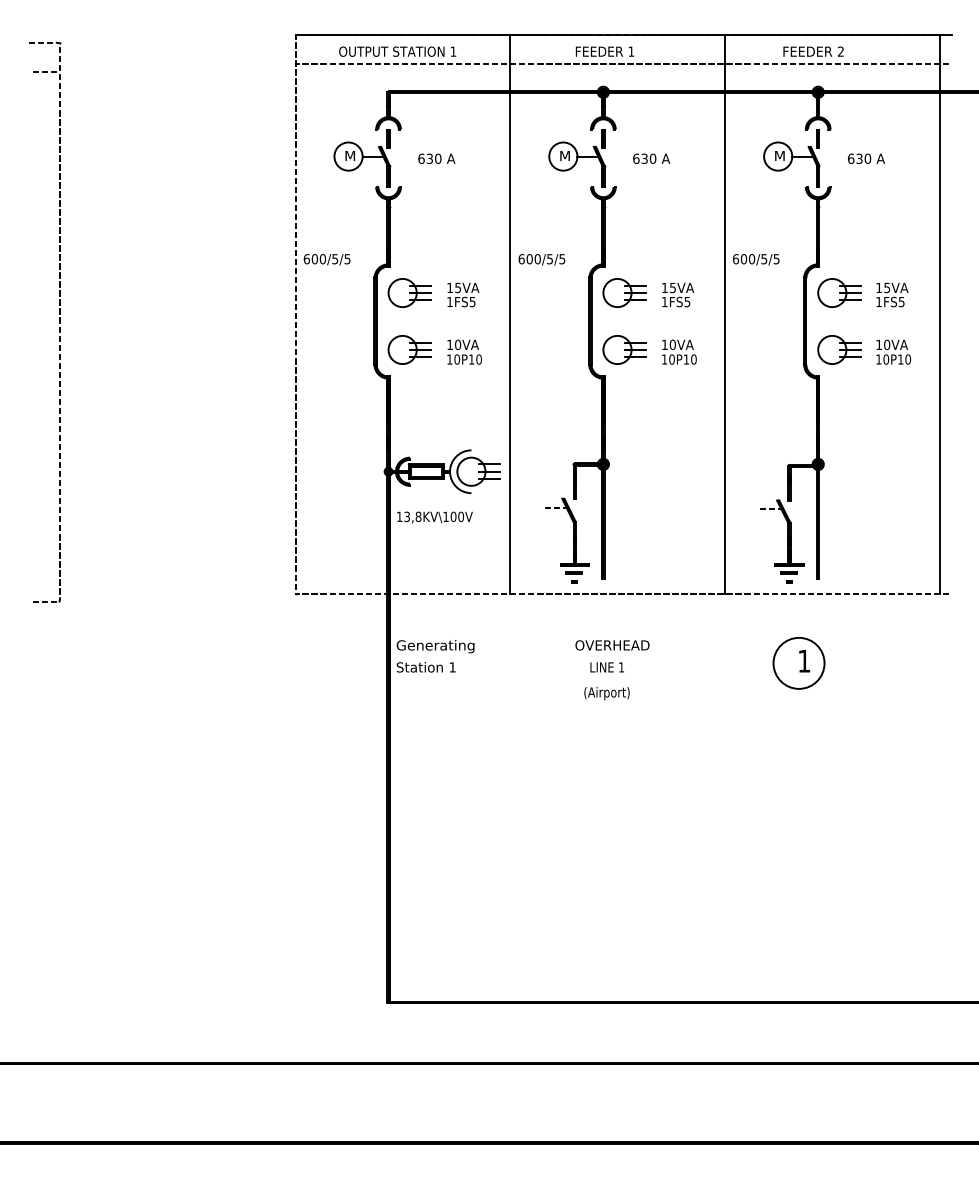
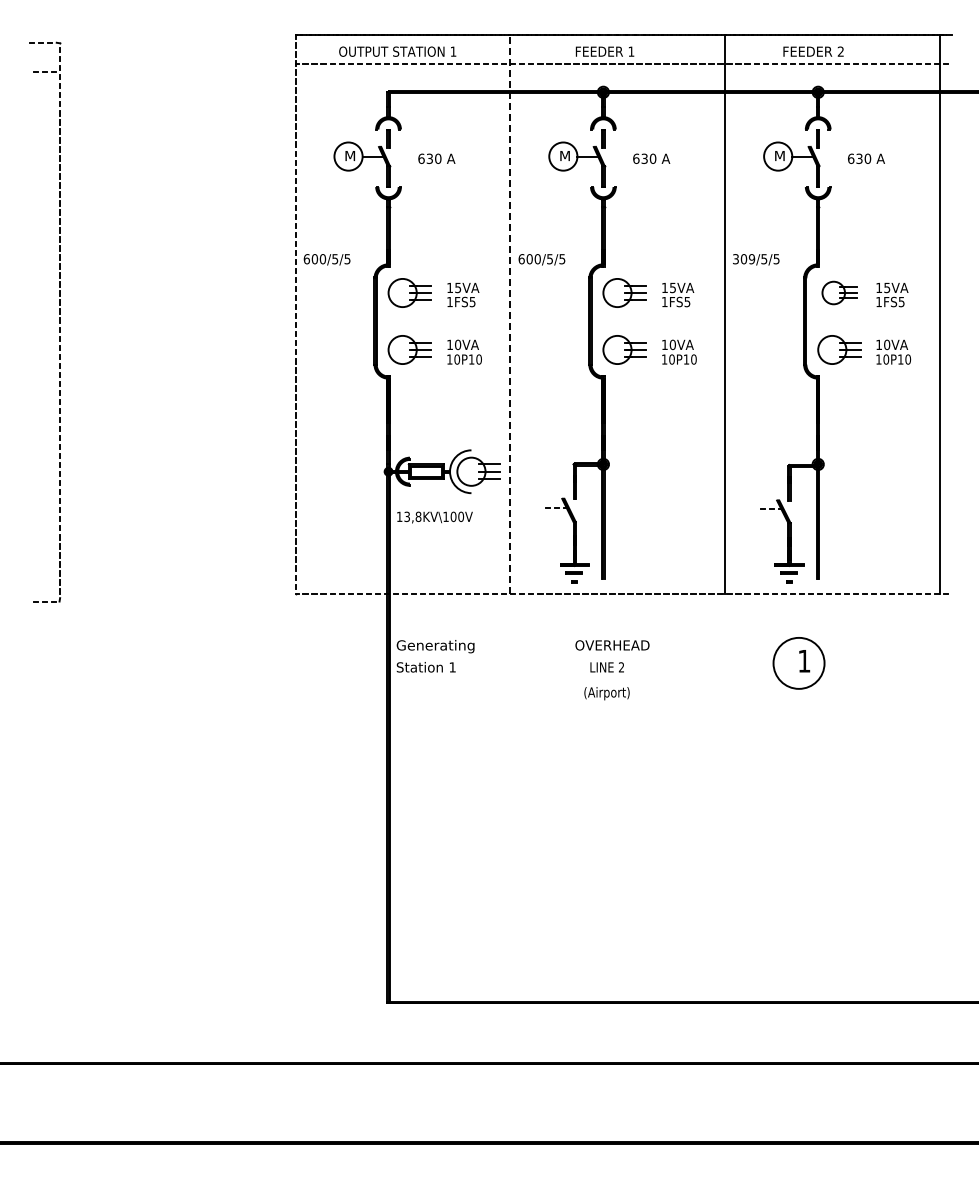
text at (743, 259): 600/5/5 -> 309/5/5
part at (839, 292) size: 45x30 px -> 37x26 px
line at (510, 313): solid -> dashed
text at (620, 667): 1 -> 2
